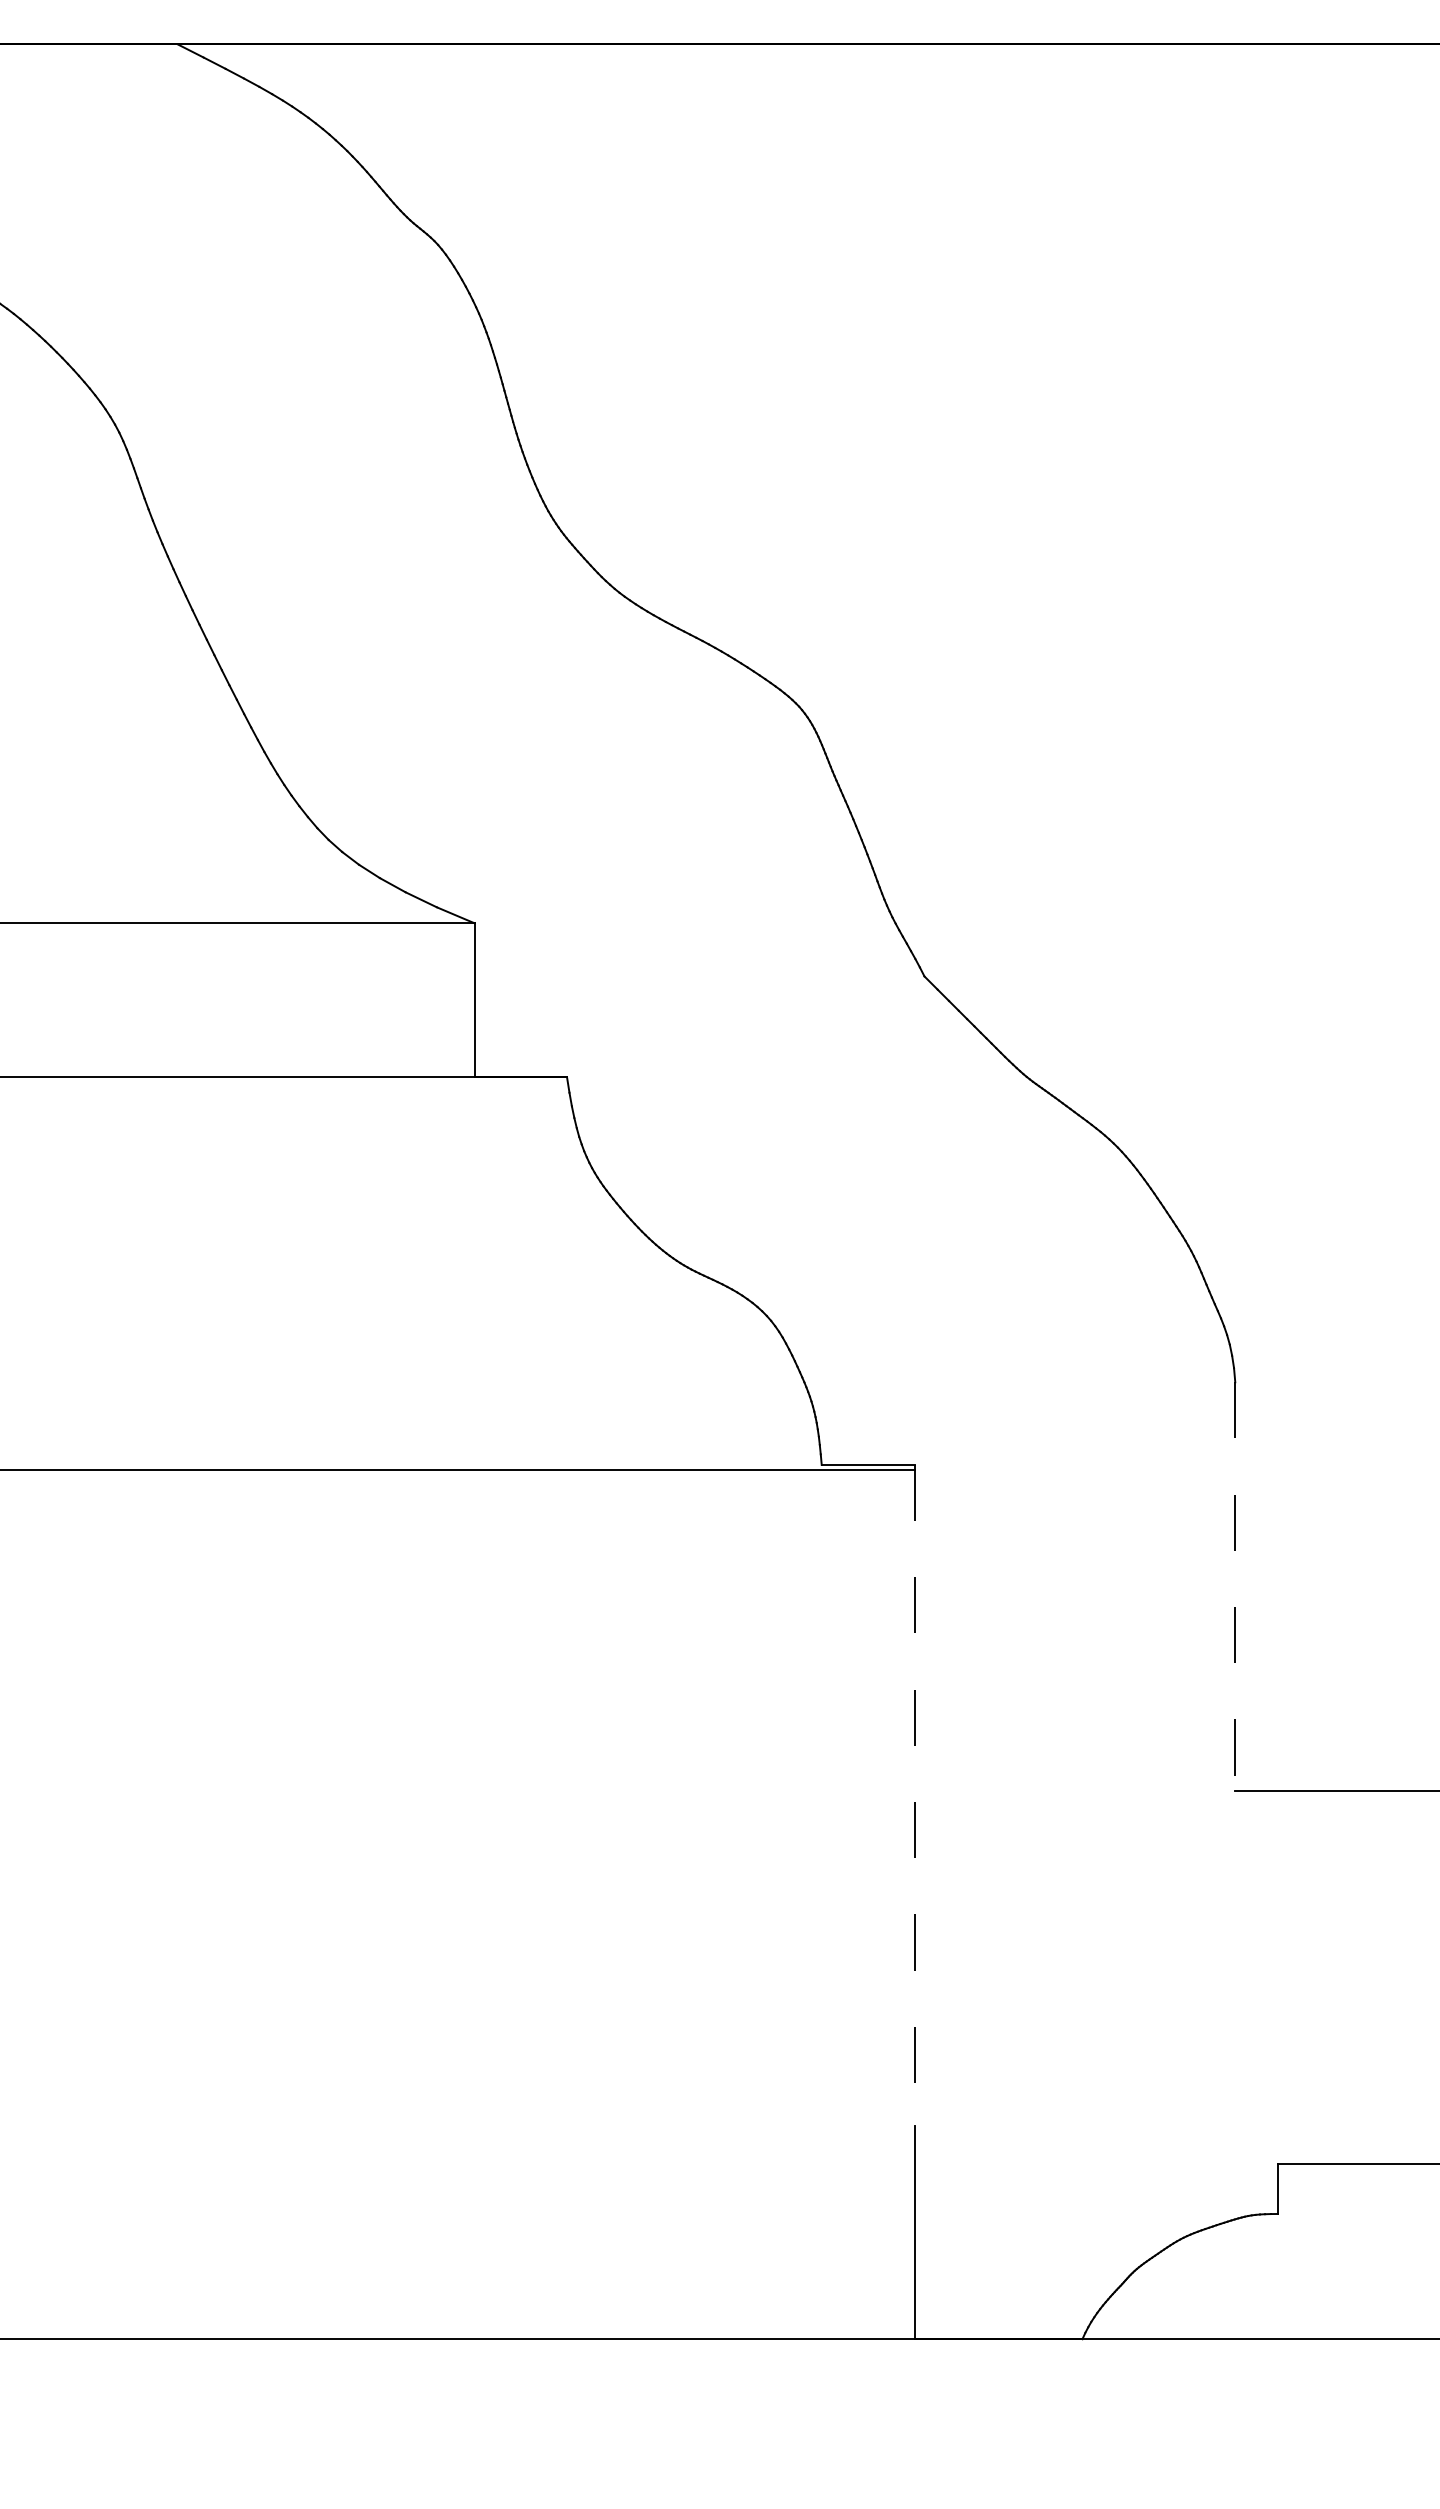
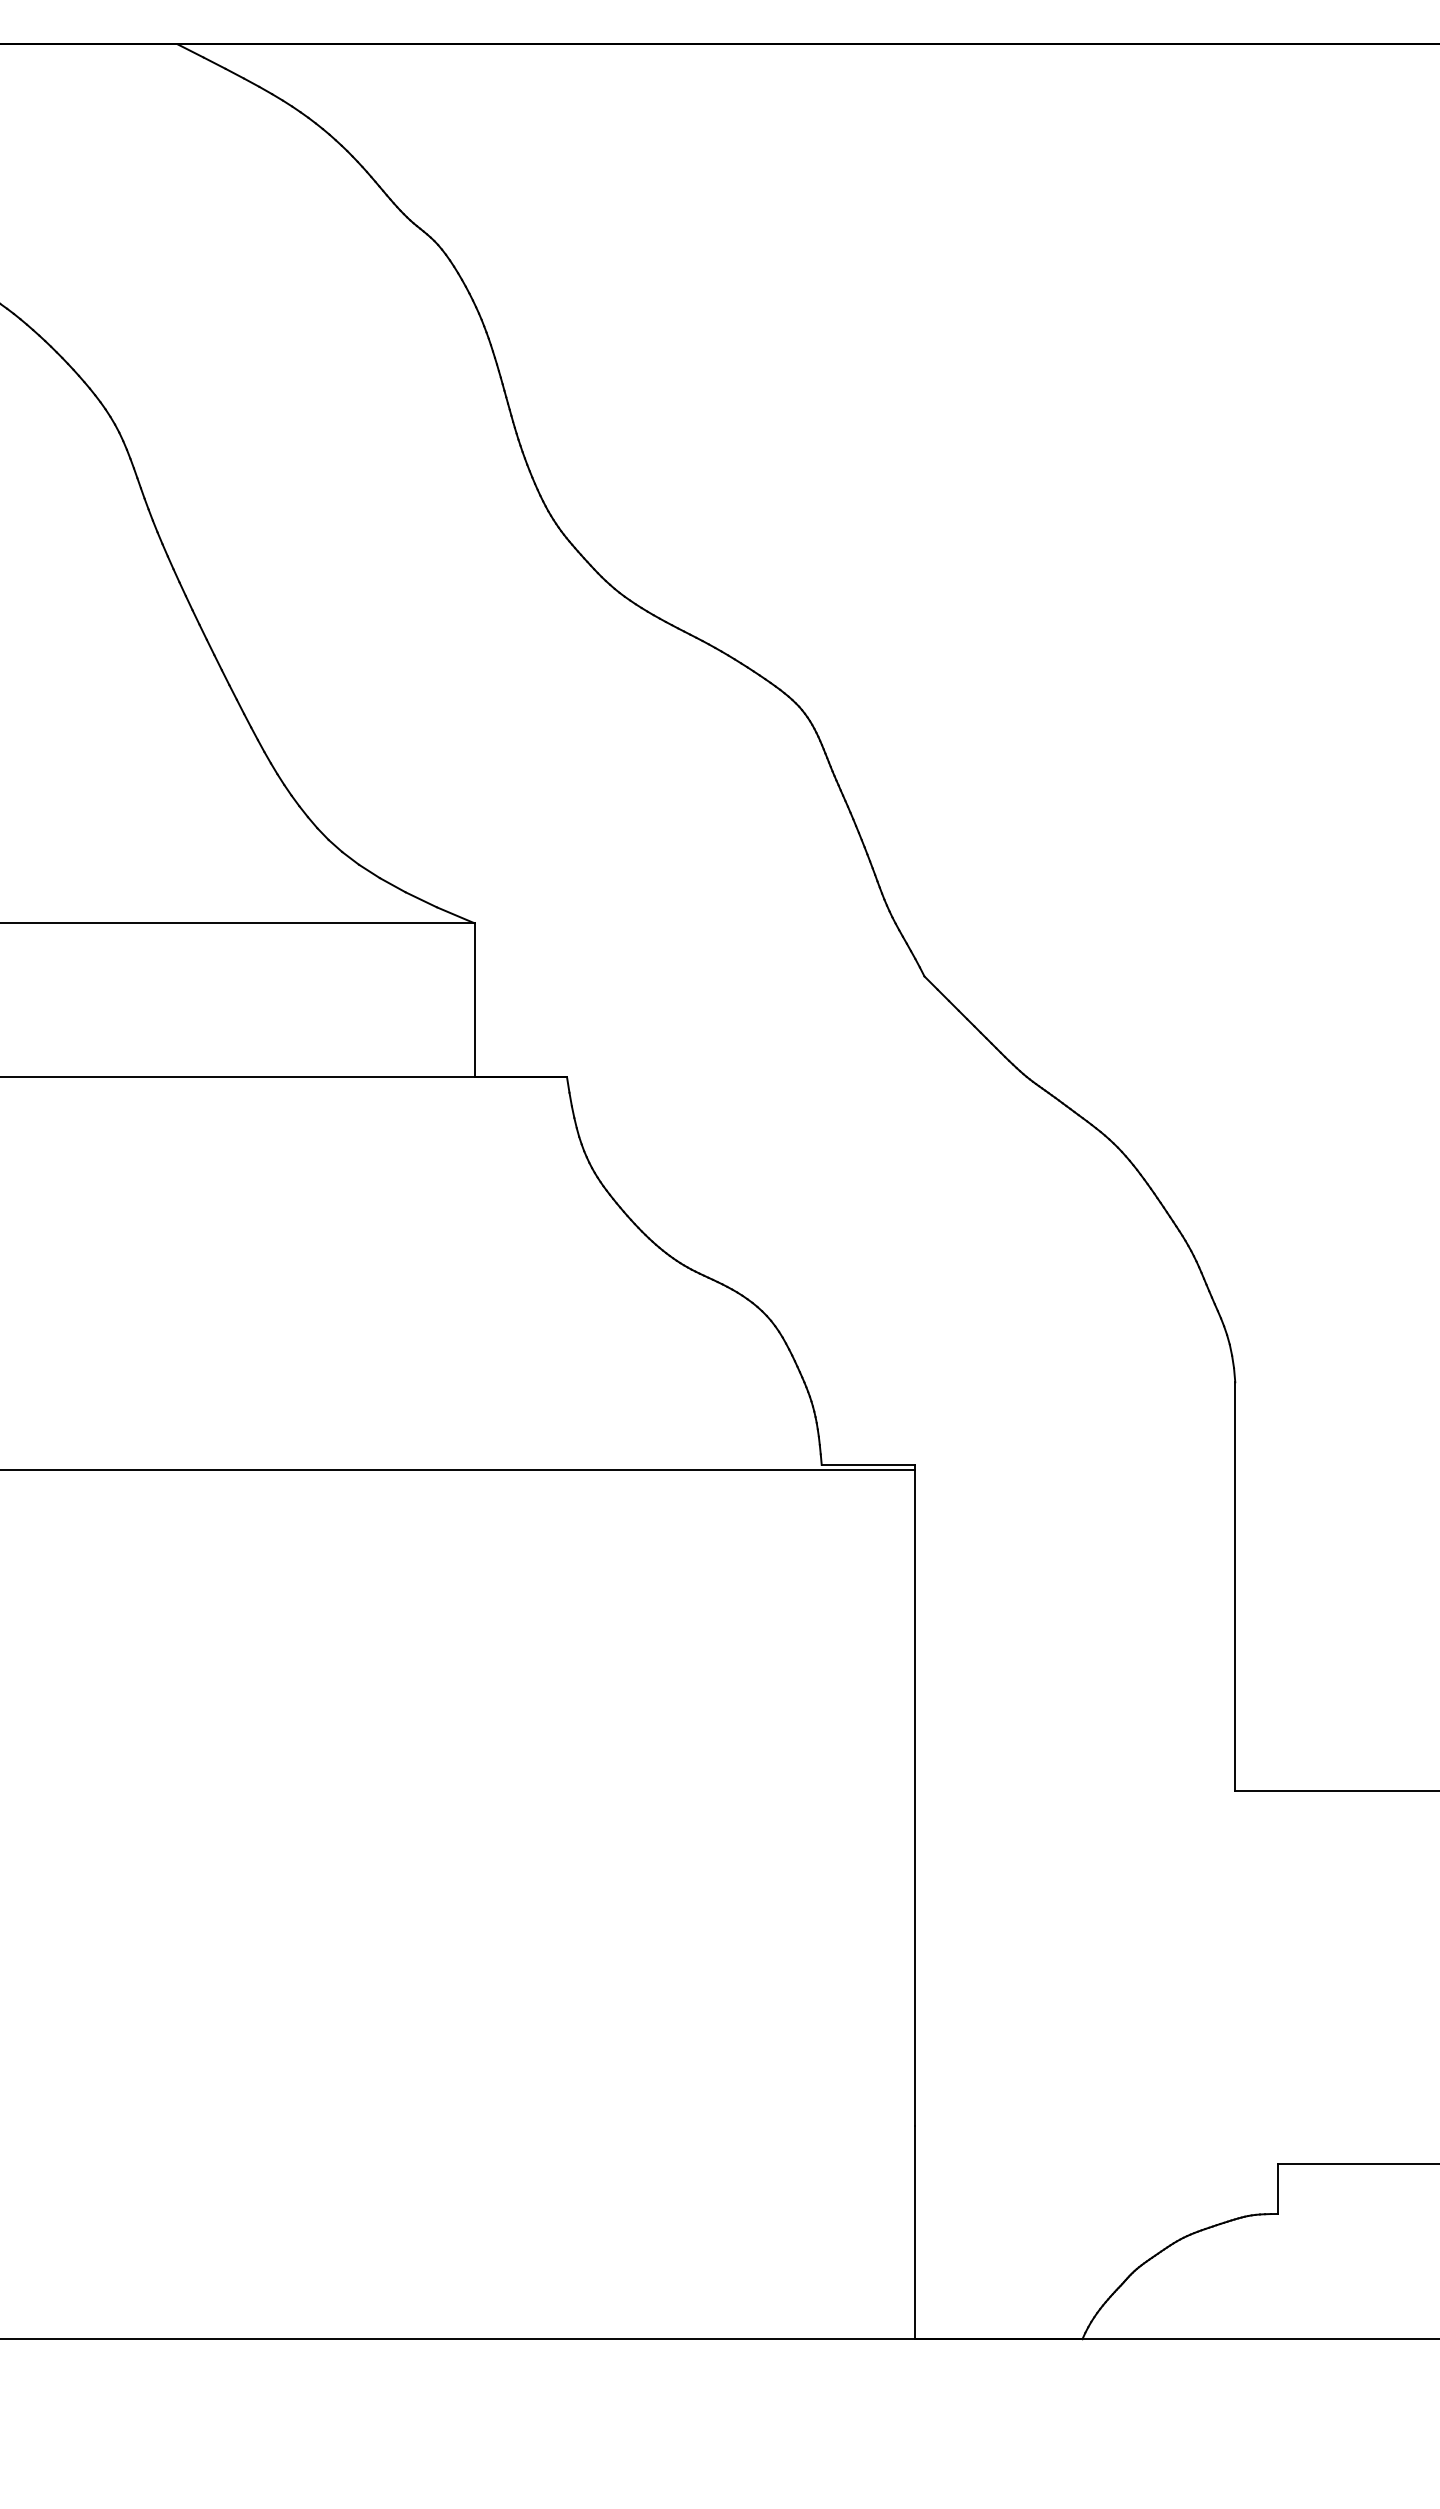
line at (1235, 1587): dashed -> solid
line at (914, 1795): dashed -> solid
